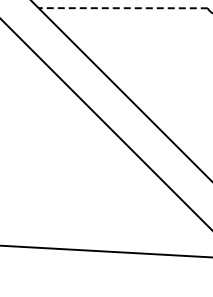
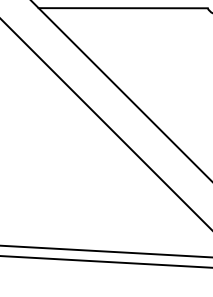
line at (123, 8): dashed -> solid
line at (105, 261): none -> present
